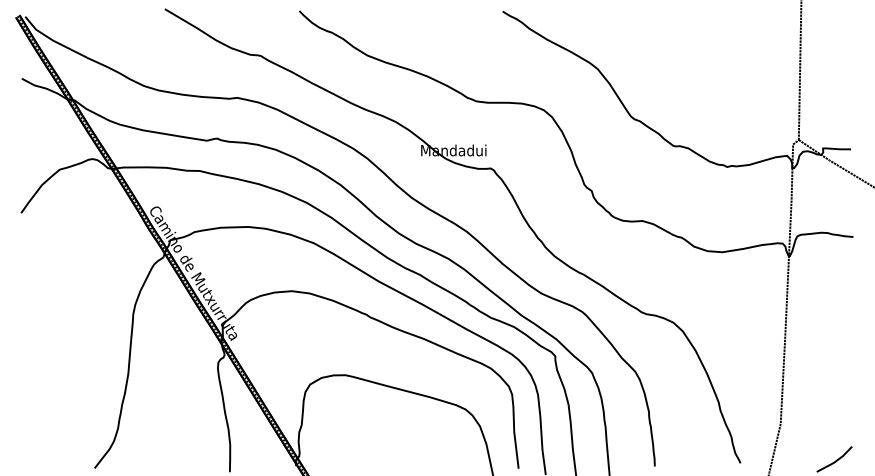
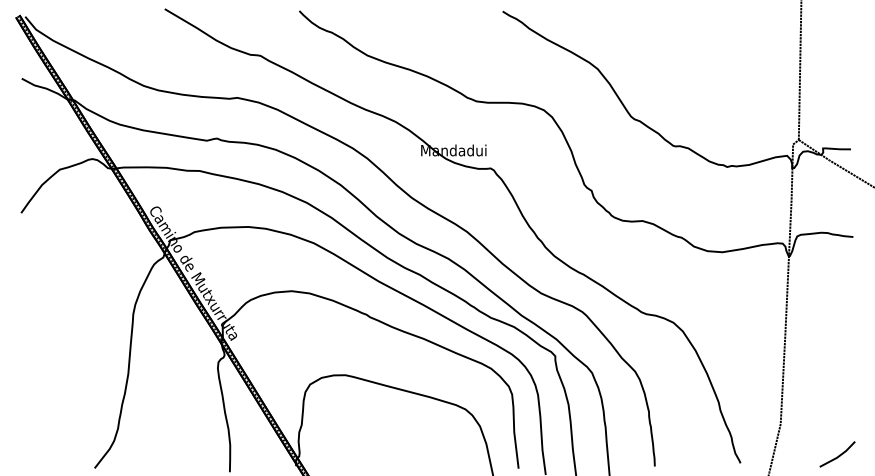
line at (835, 460) position: (835, 460) -> (838, 455)
